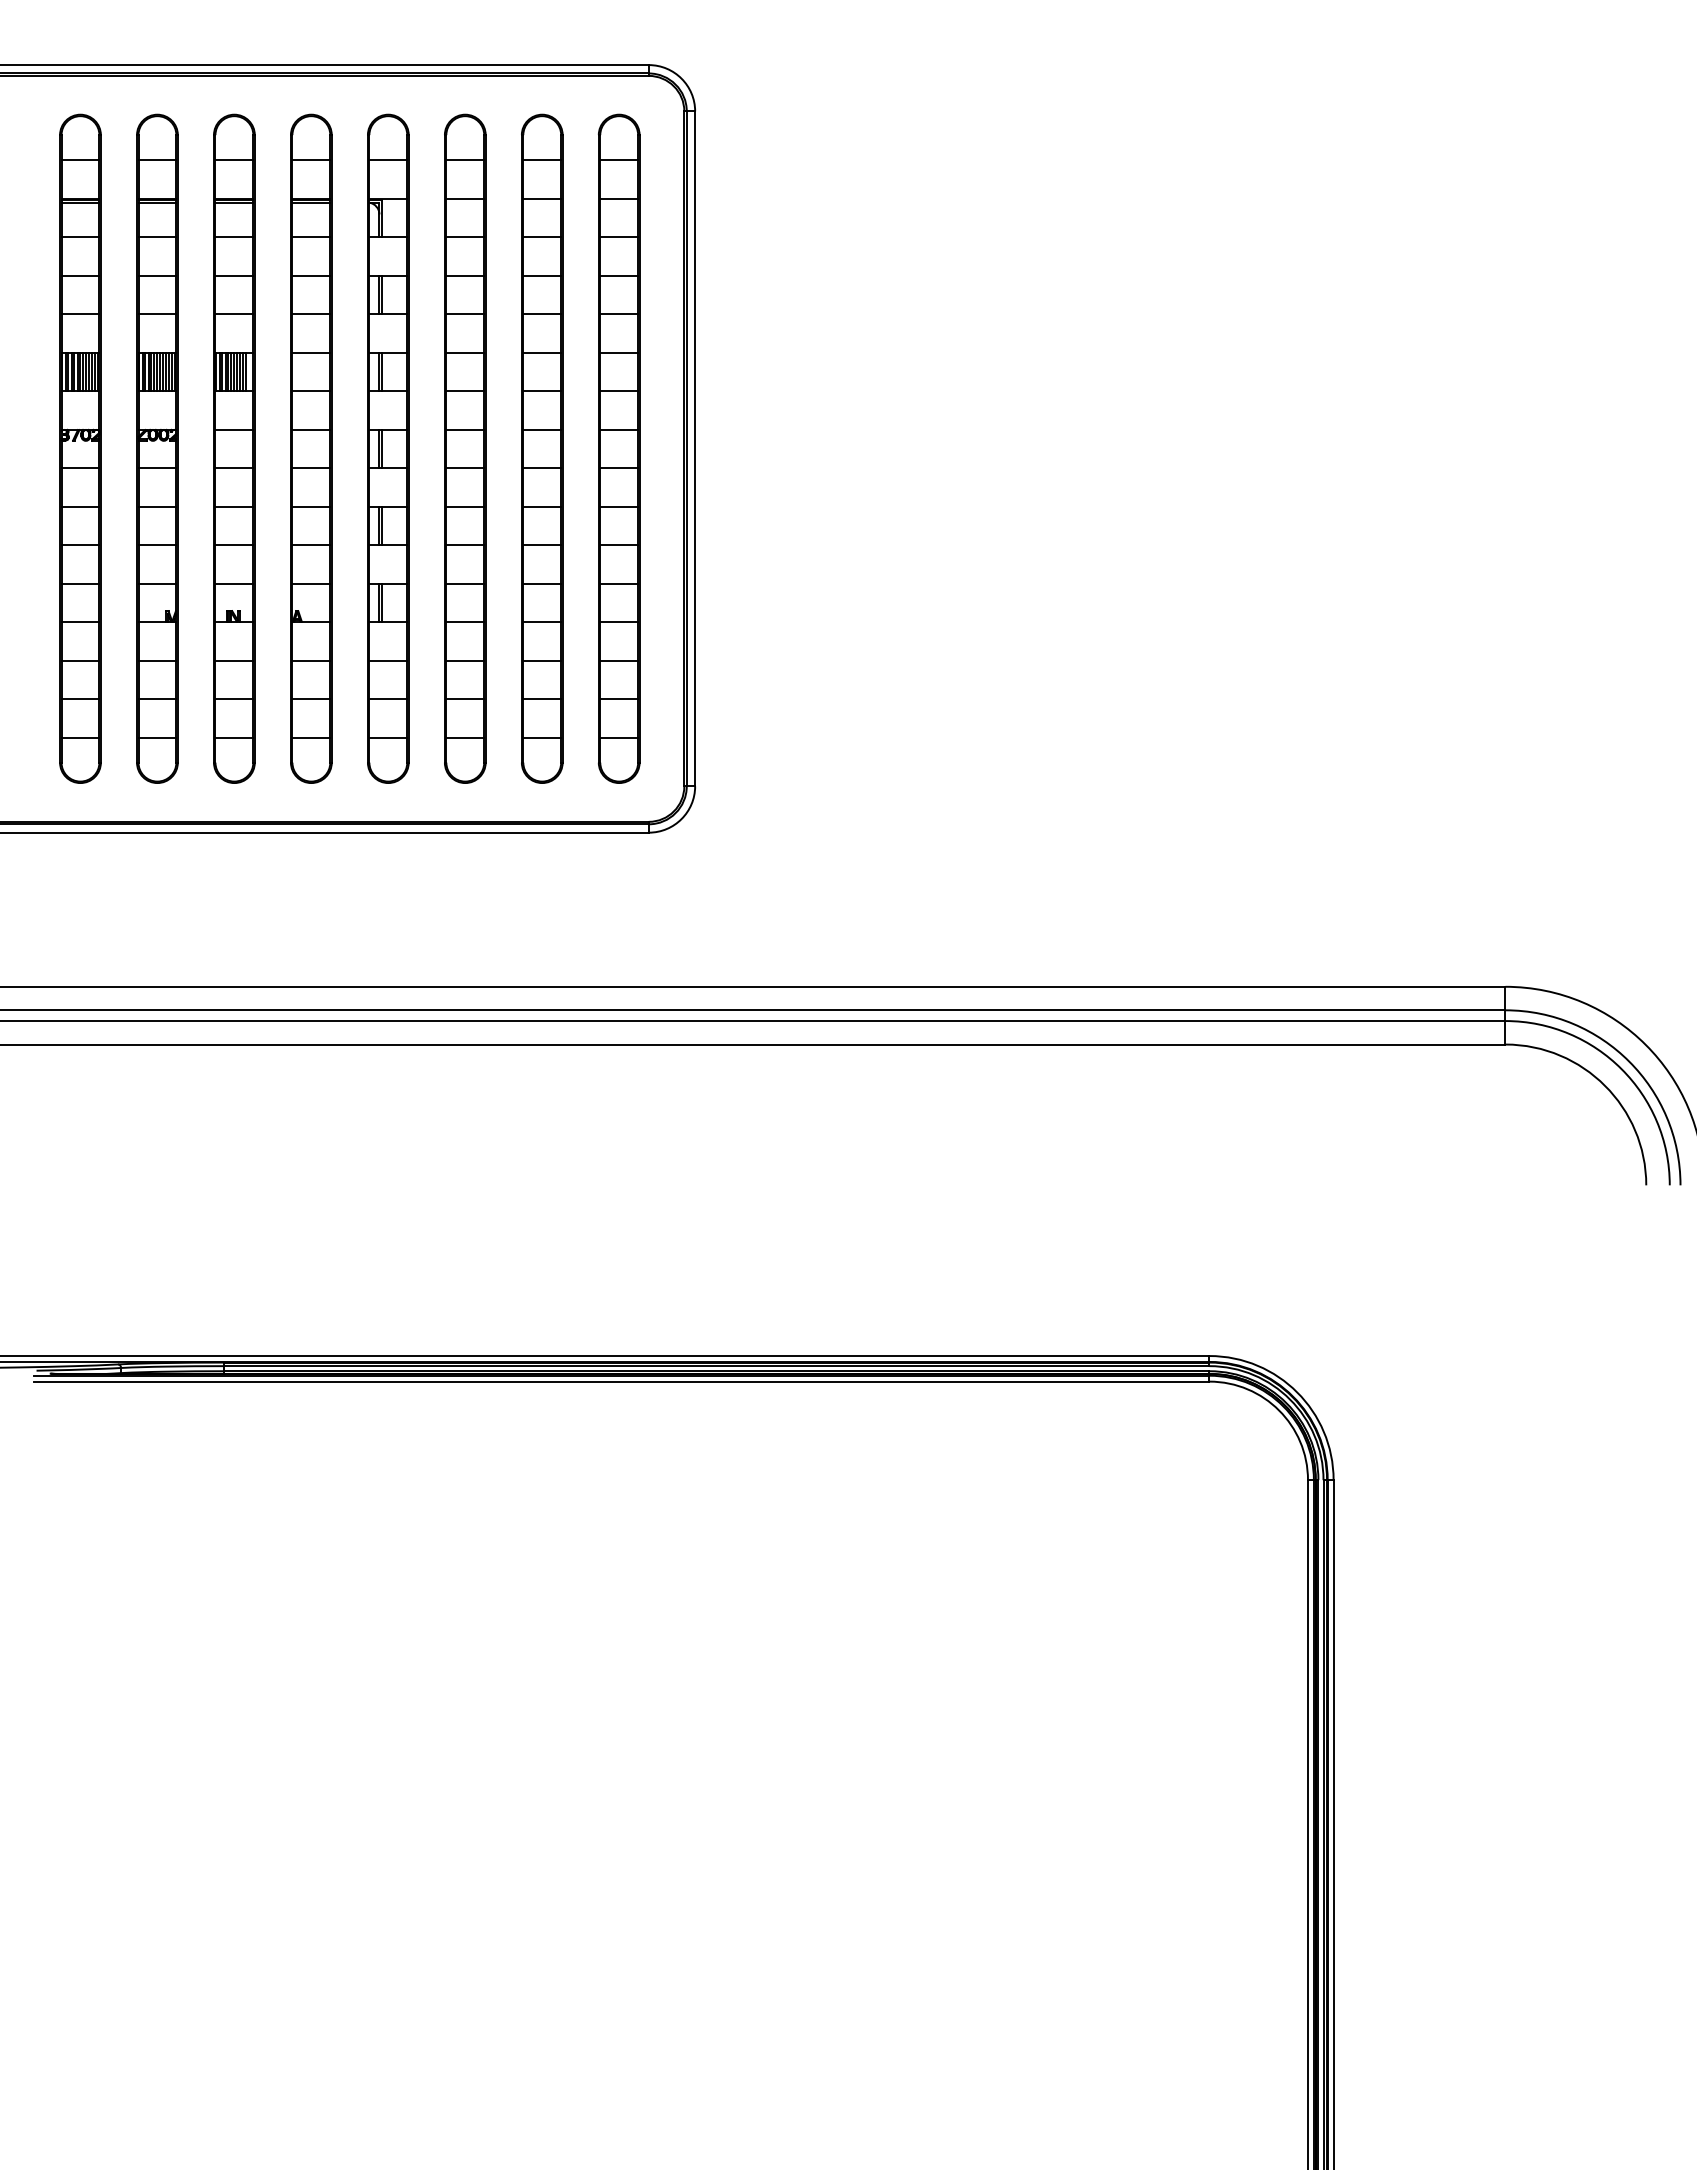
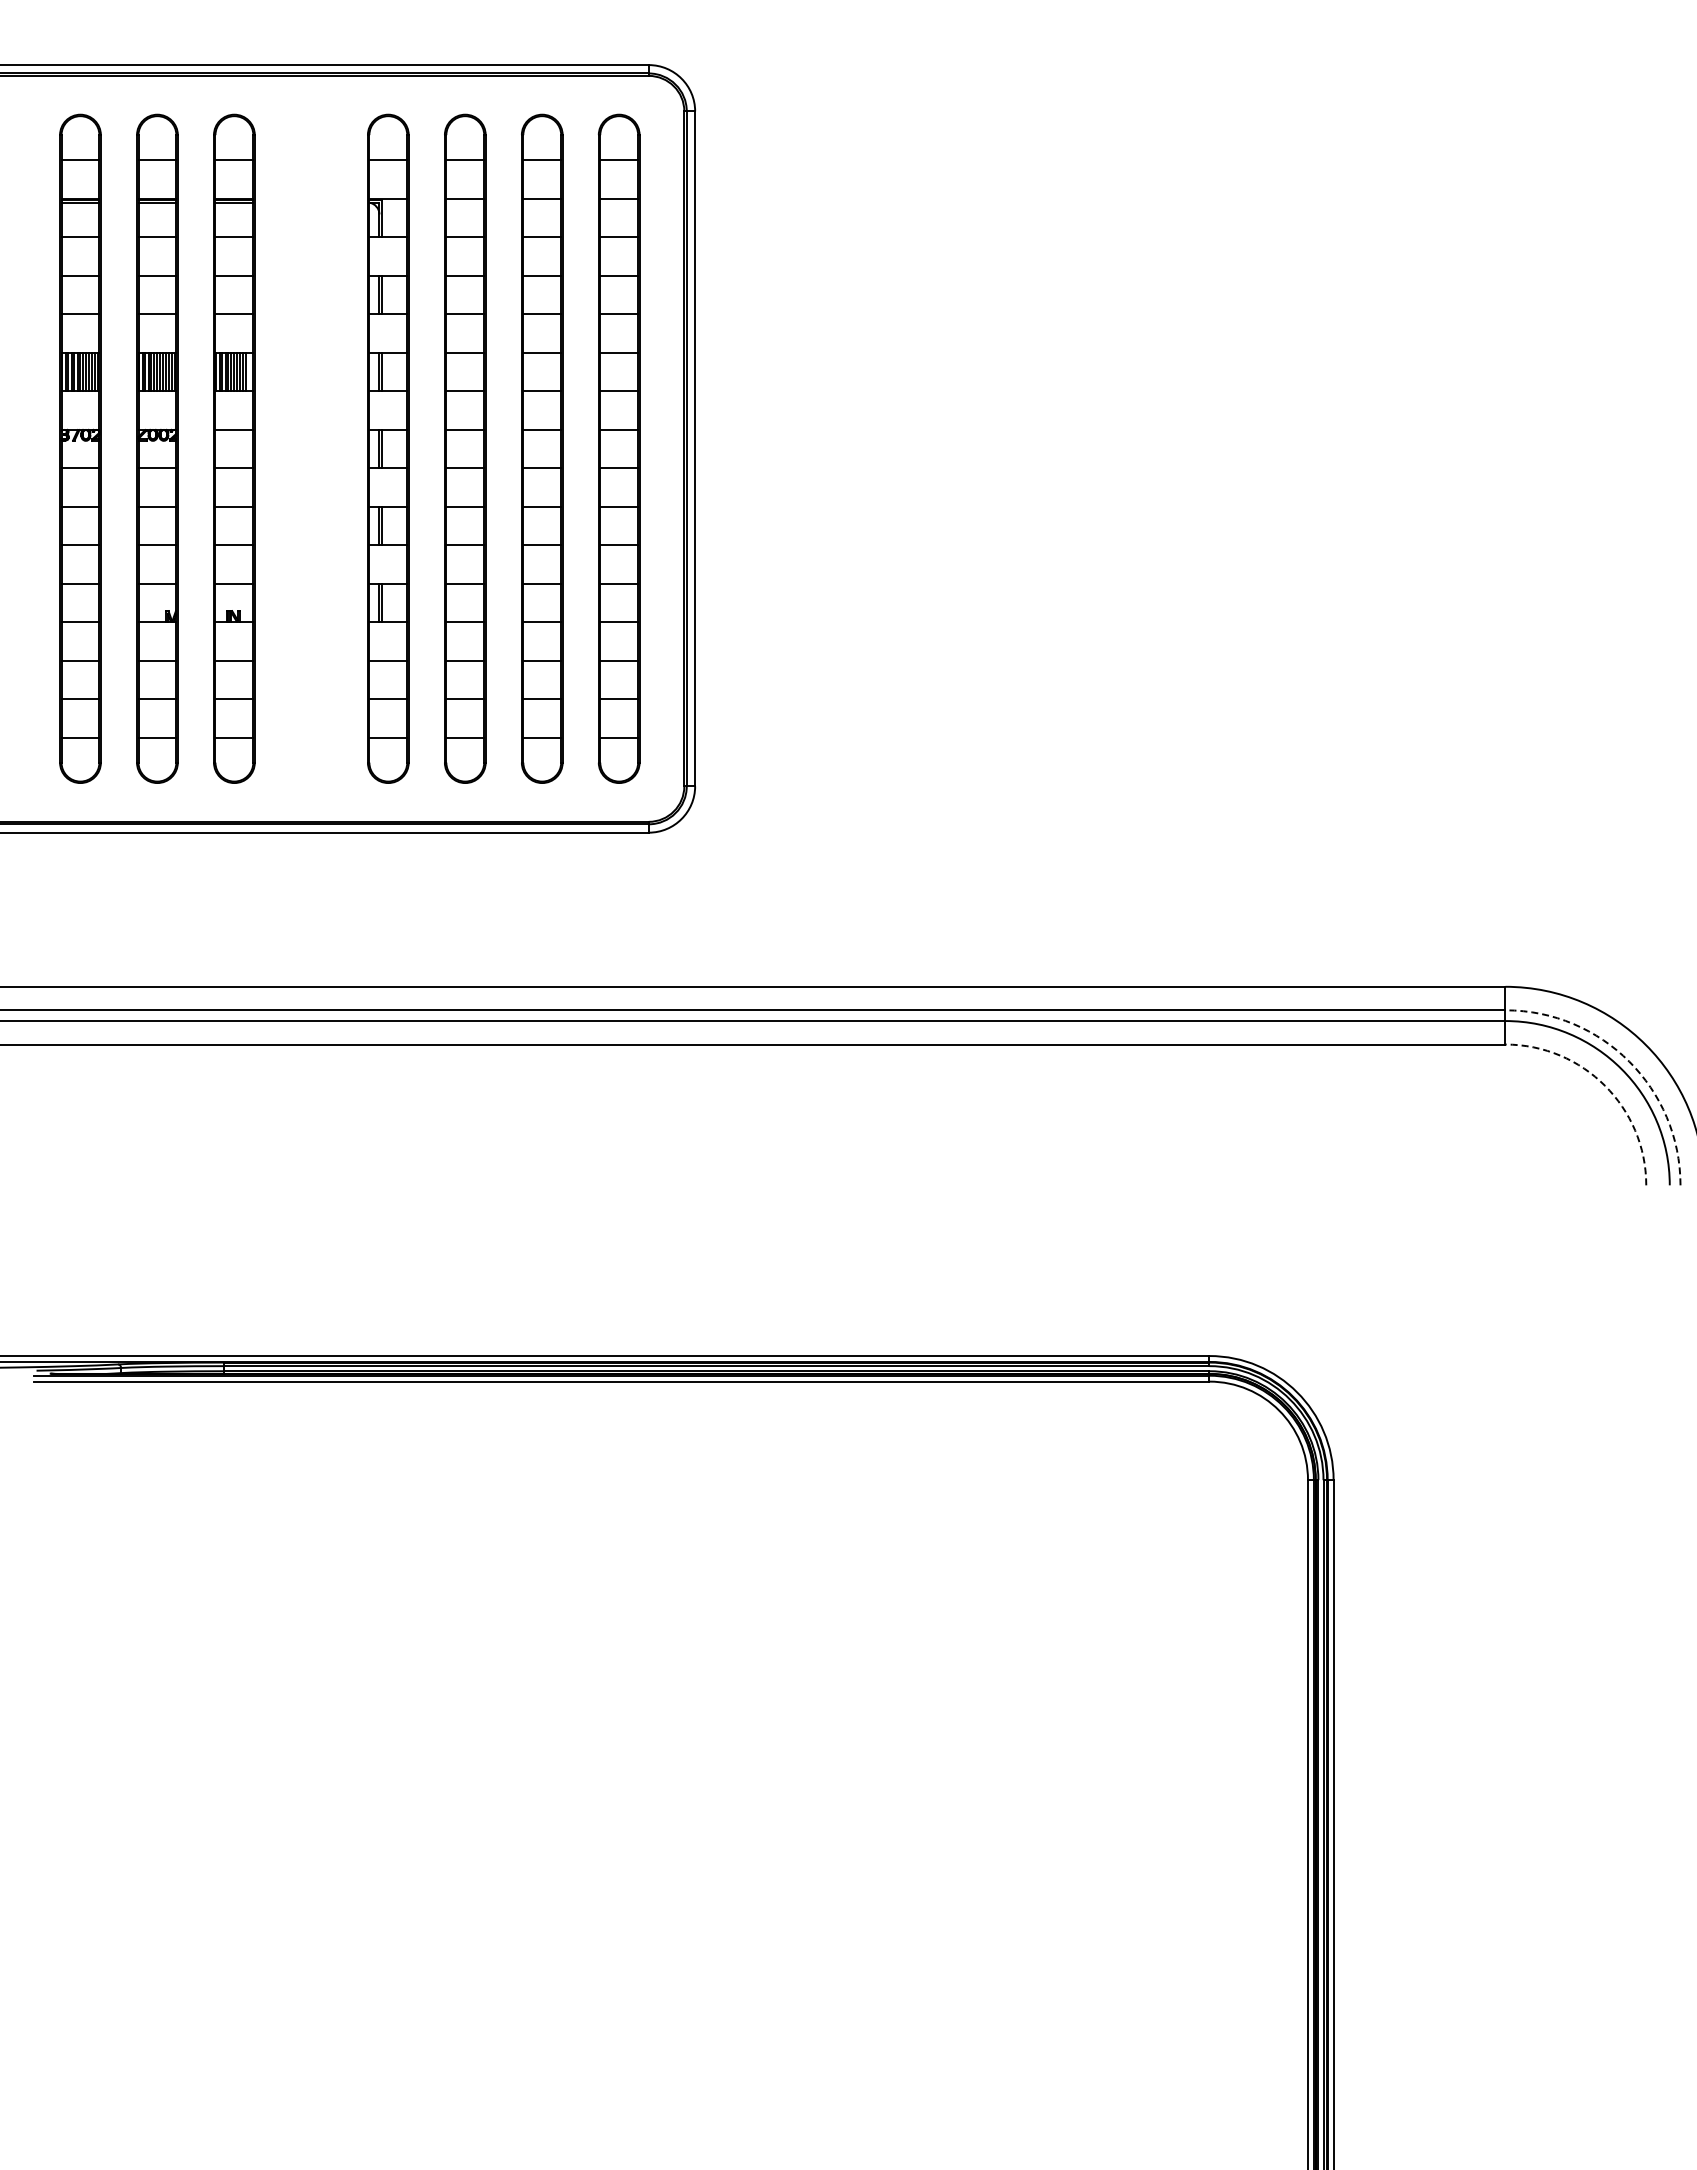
part at (311, 448): present -> none
arc at (1629, 1061): solid -> dashed
arc at (1605, 1085): solid -> dashed
